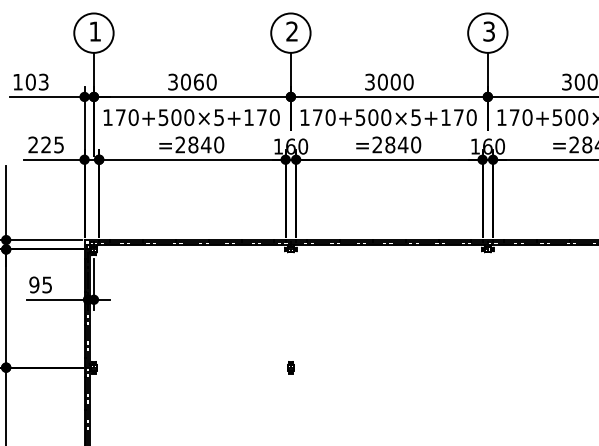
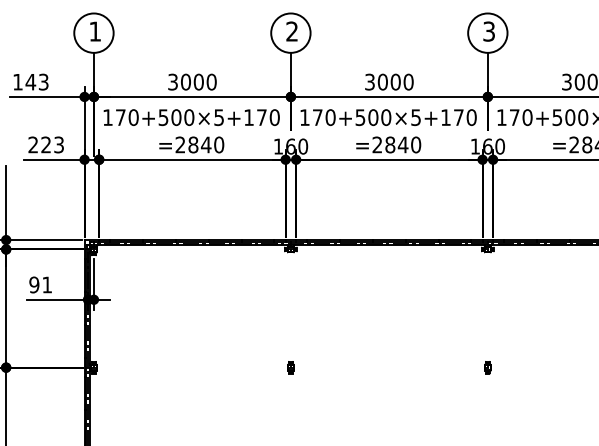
text at (30, 81): 103 -> 143
text at (198, 81): 3060 -> 3000
text at (58, 144): 225 -> 223
text at (46, 284): 95 -> 91
part at (487, 367): none -> present
